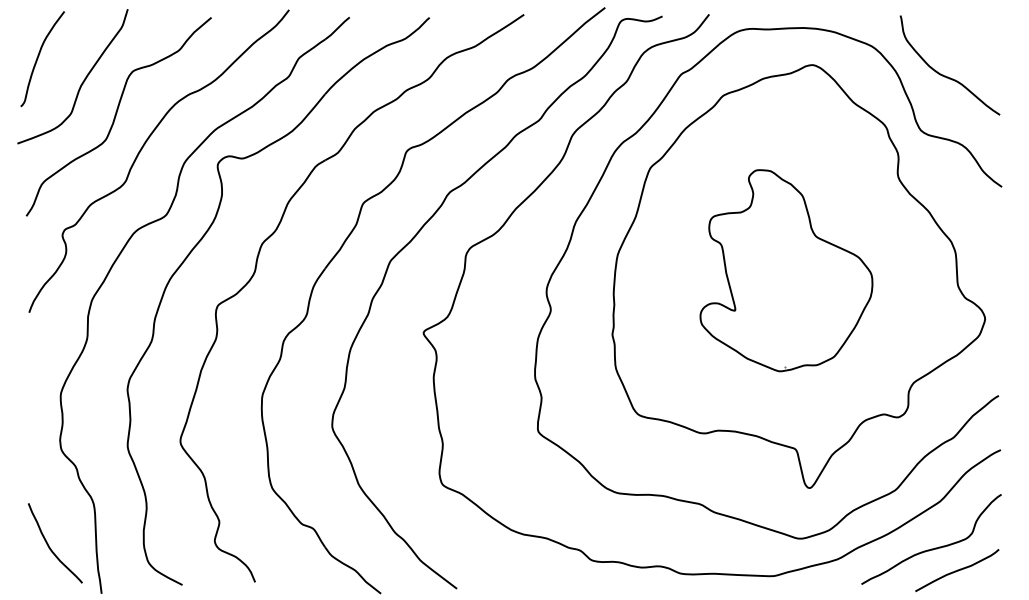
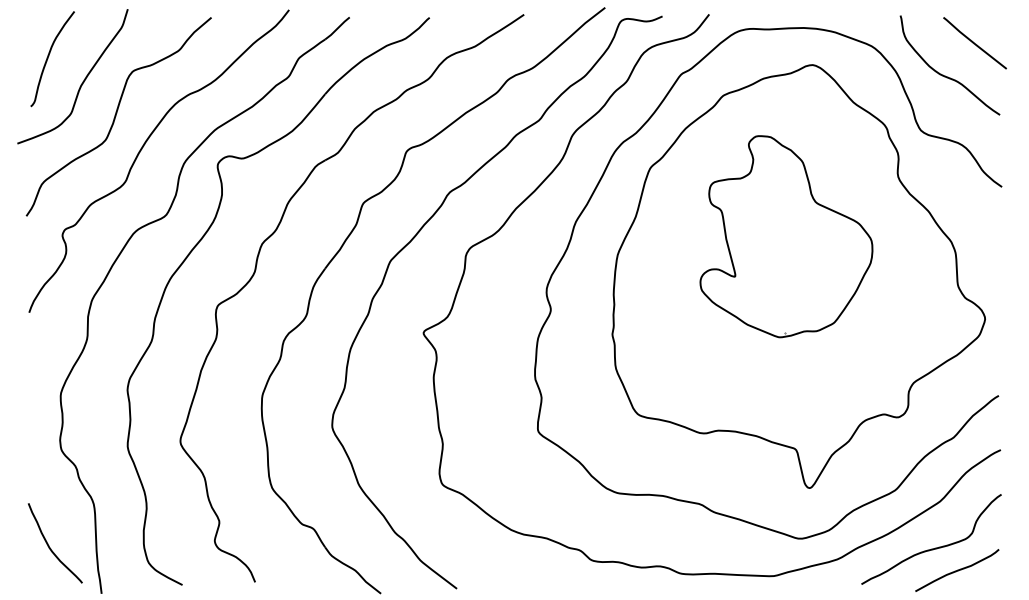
line at (974, 43): none -> present
curve at (38, 58) position: (38, 58) -> (48, 58)
part at (786, 270) position: (786, 270) -> (786, 236)
